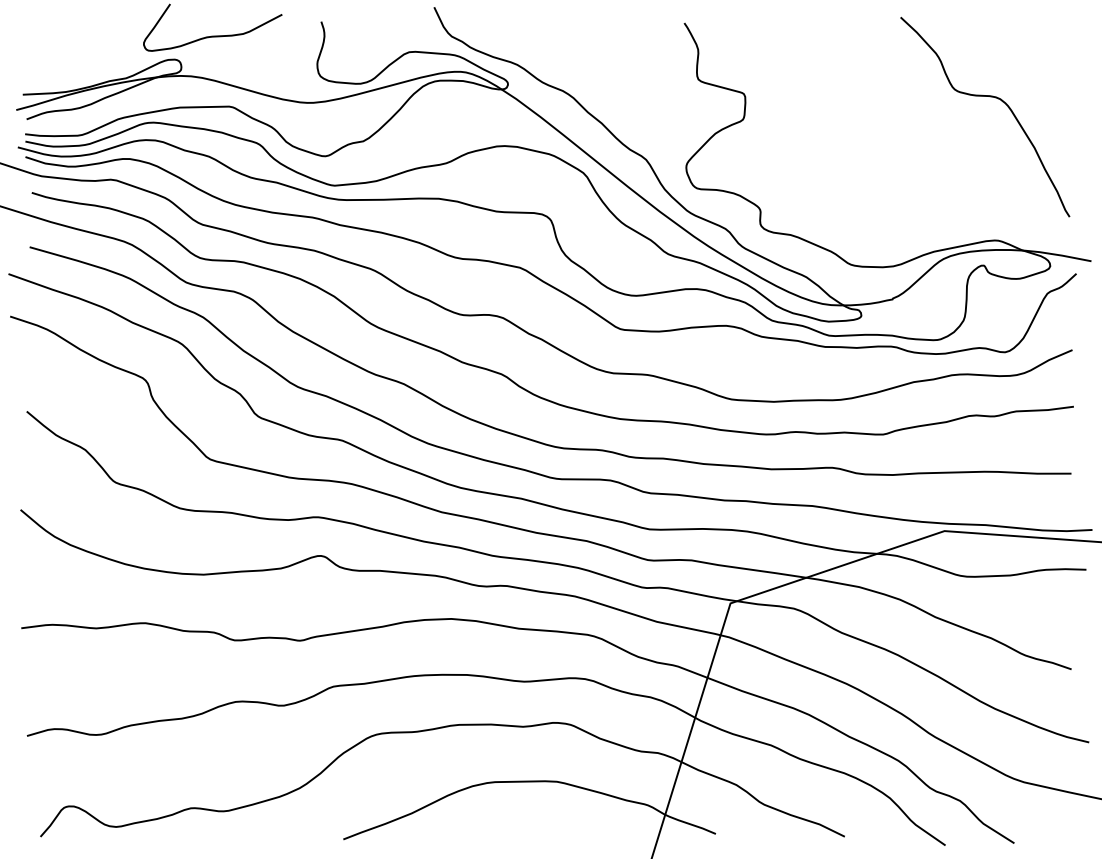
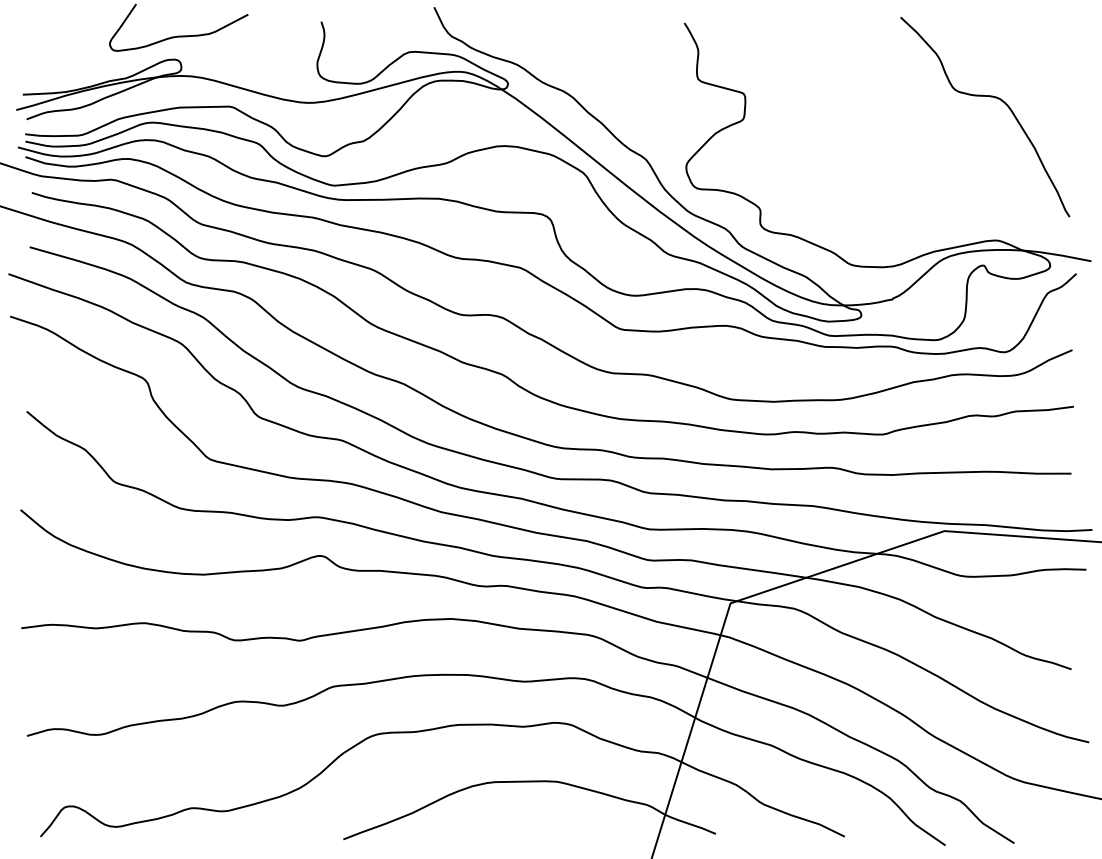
curve at (212, 35) position: (212, 35) -> (178, 35)
